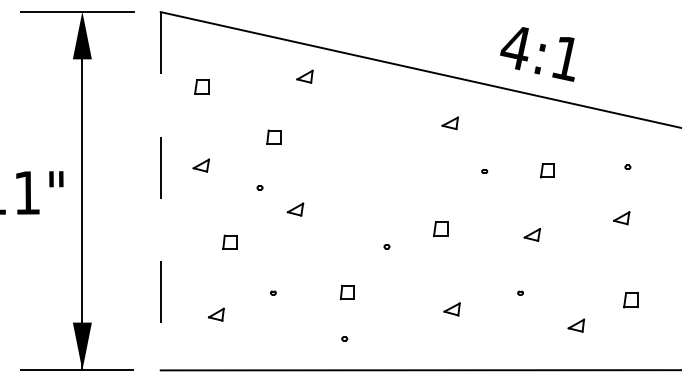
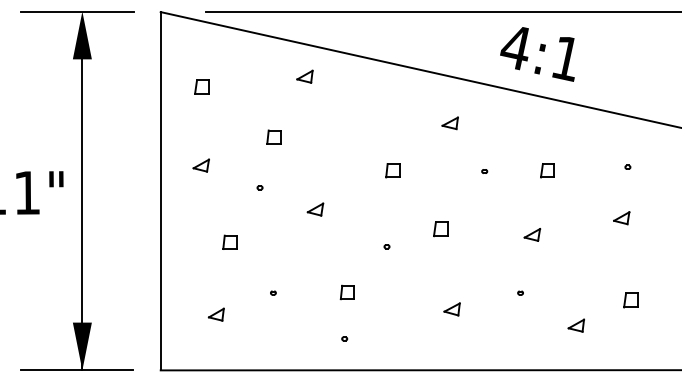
line at (442, 12): none -> present
part at (392, 170): none -> present
line at (160, 191): dashed -> solid
part at (295, 209) position: (295, 209) -> (315, 209)
